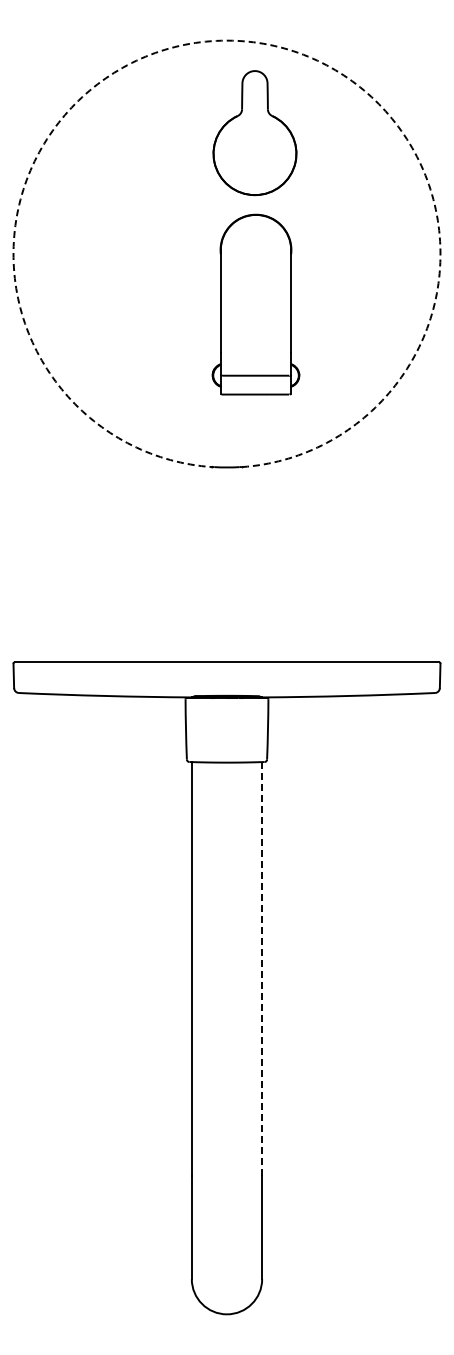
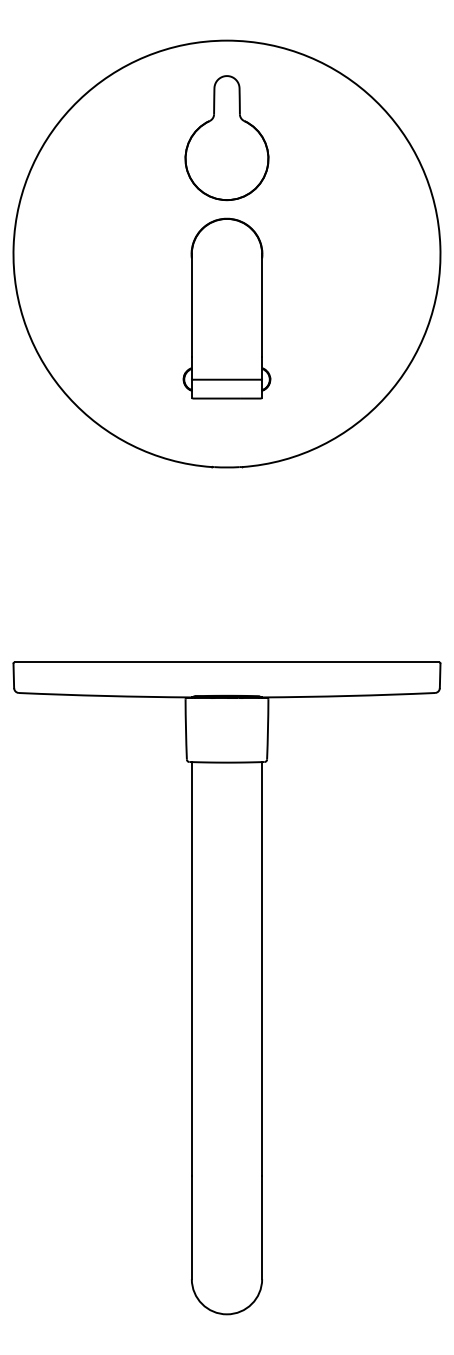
arc at (227, 40): dashed -> solid
part at (254, 133) position: (254, 133) -> (226, 138)
part at (255, 304) position: (255, 304) -> (226, 308)
line at (262, 968): dashed -> solid
